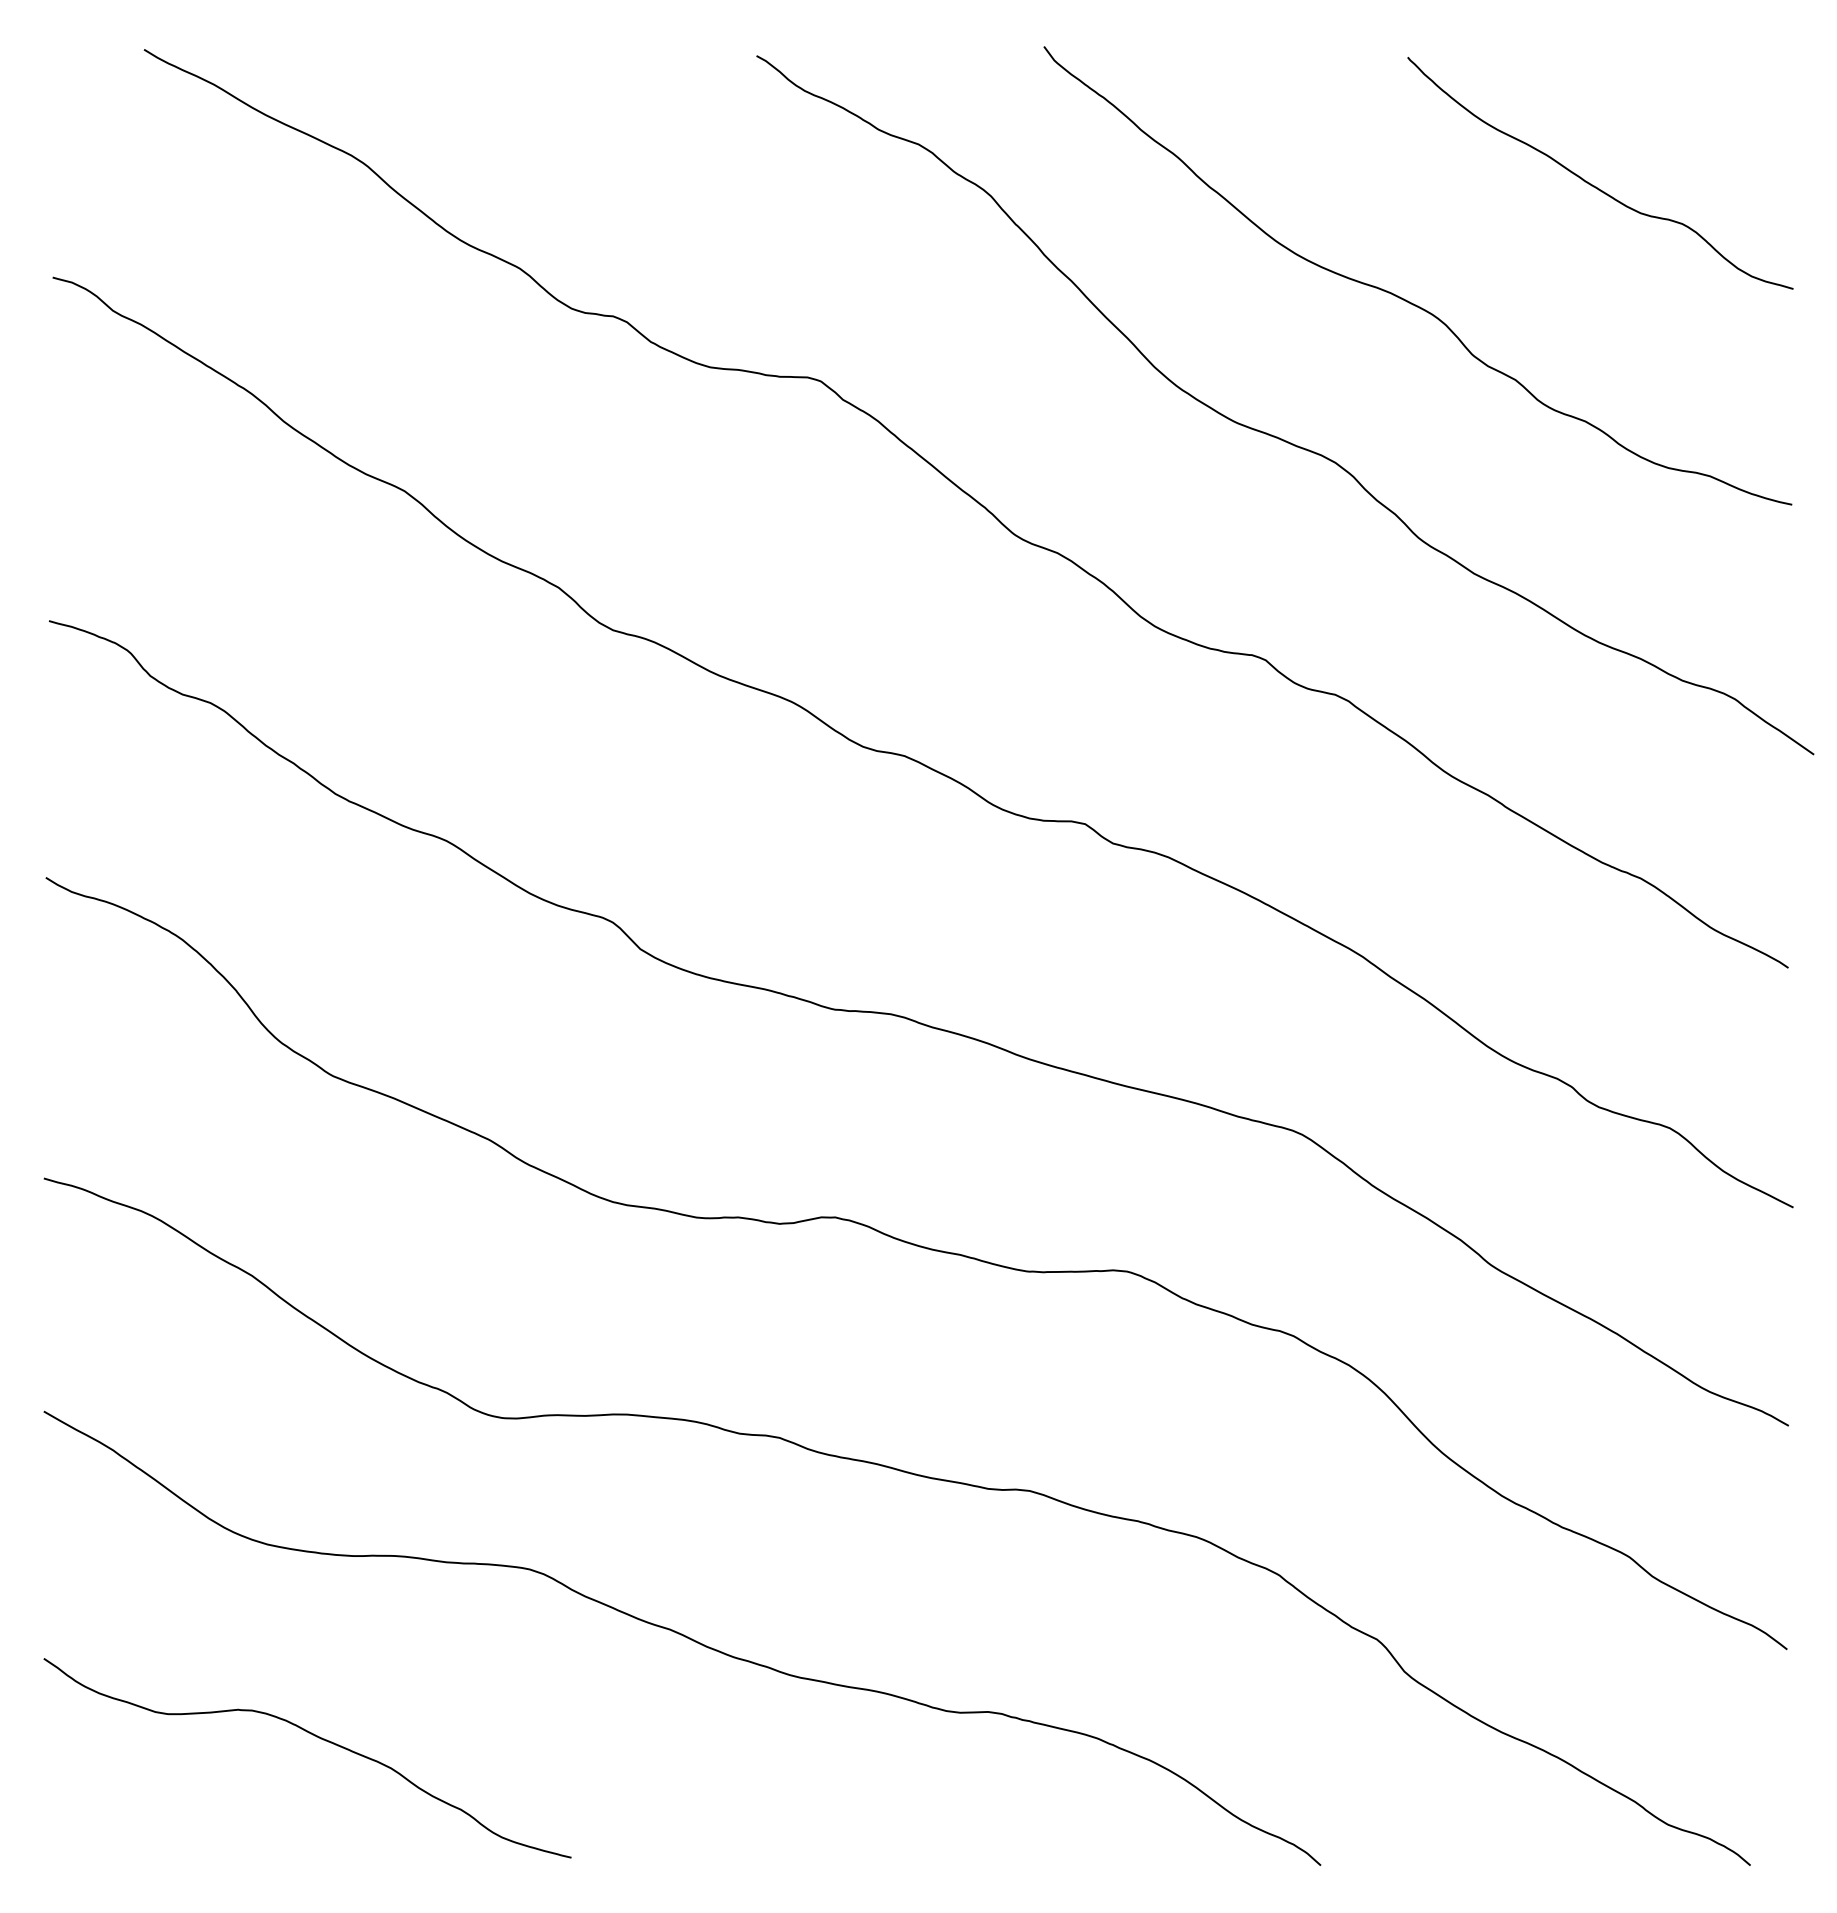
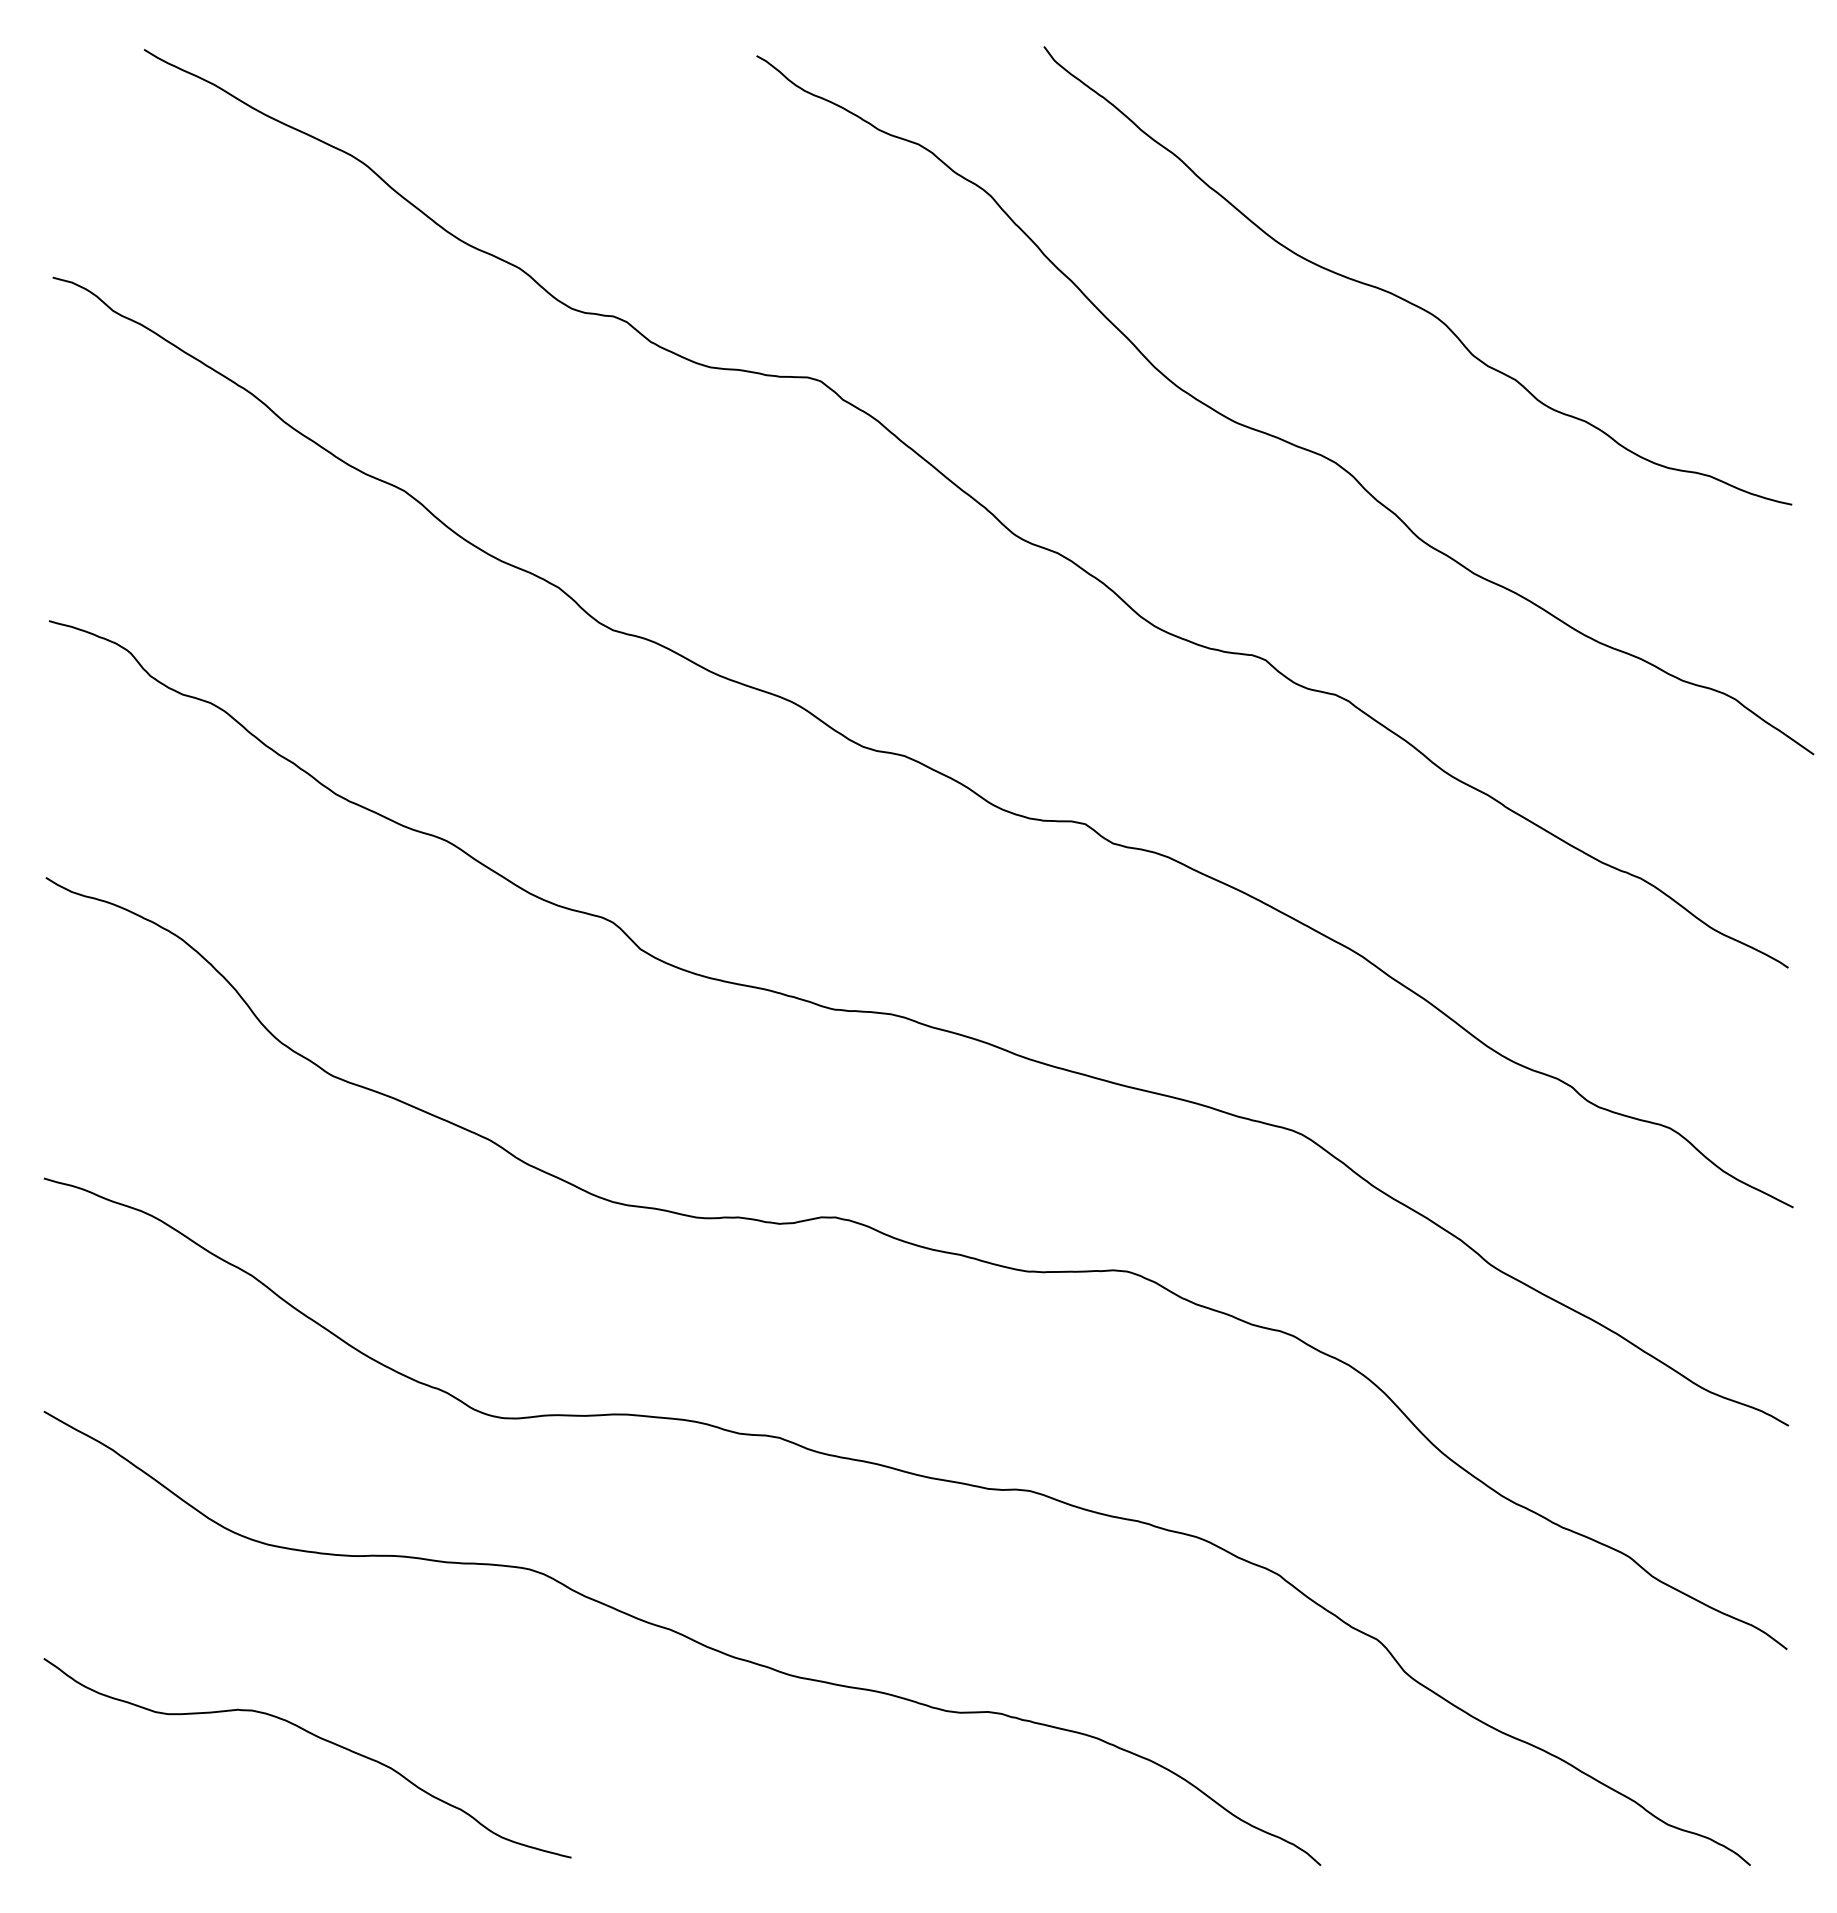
curve at (1594, 185): present -> none
